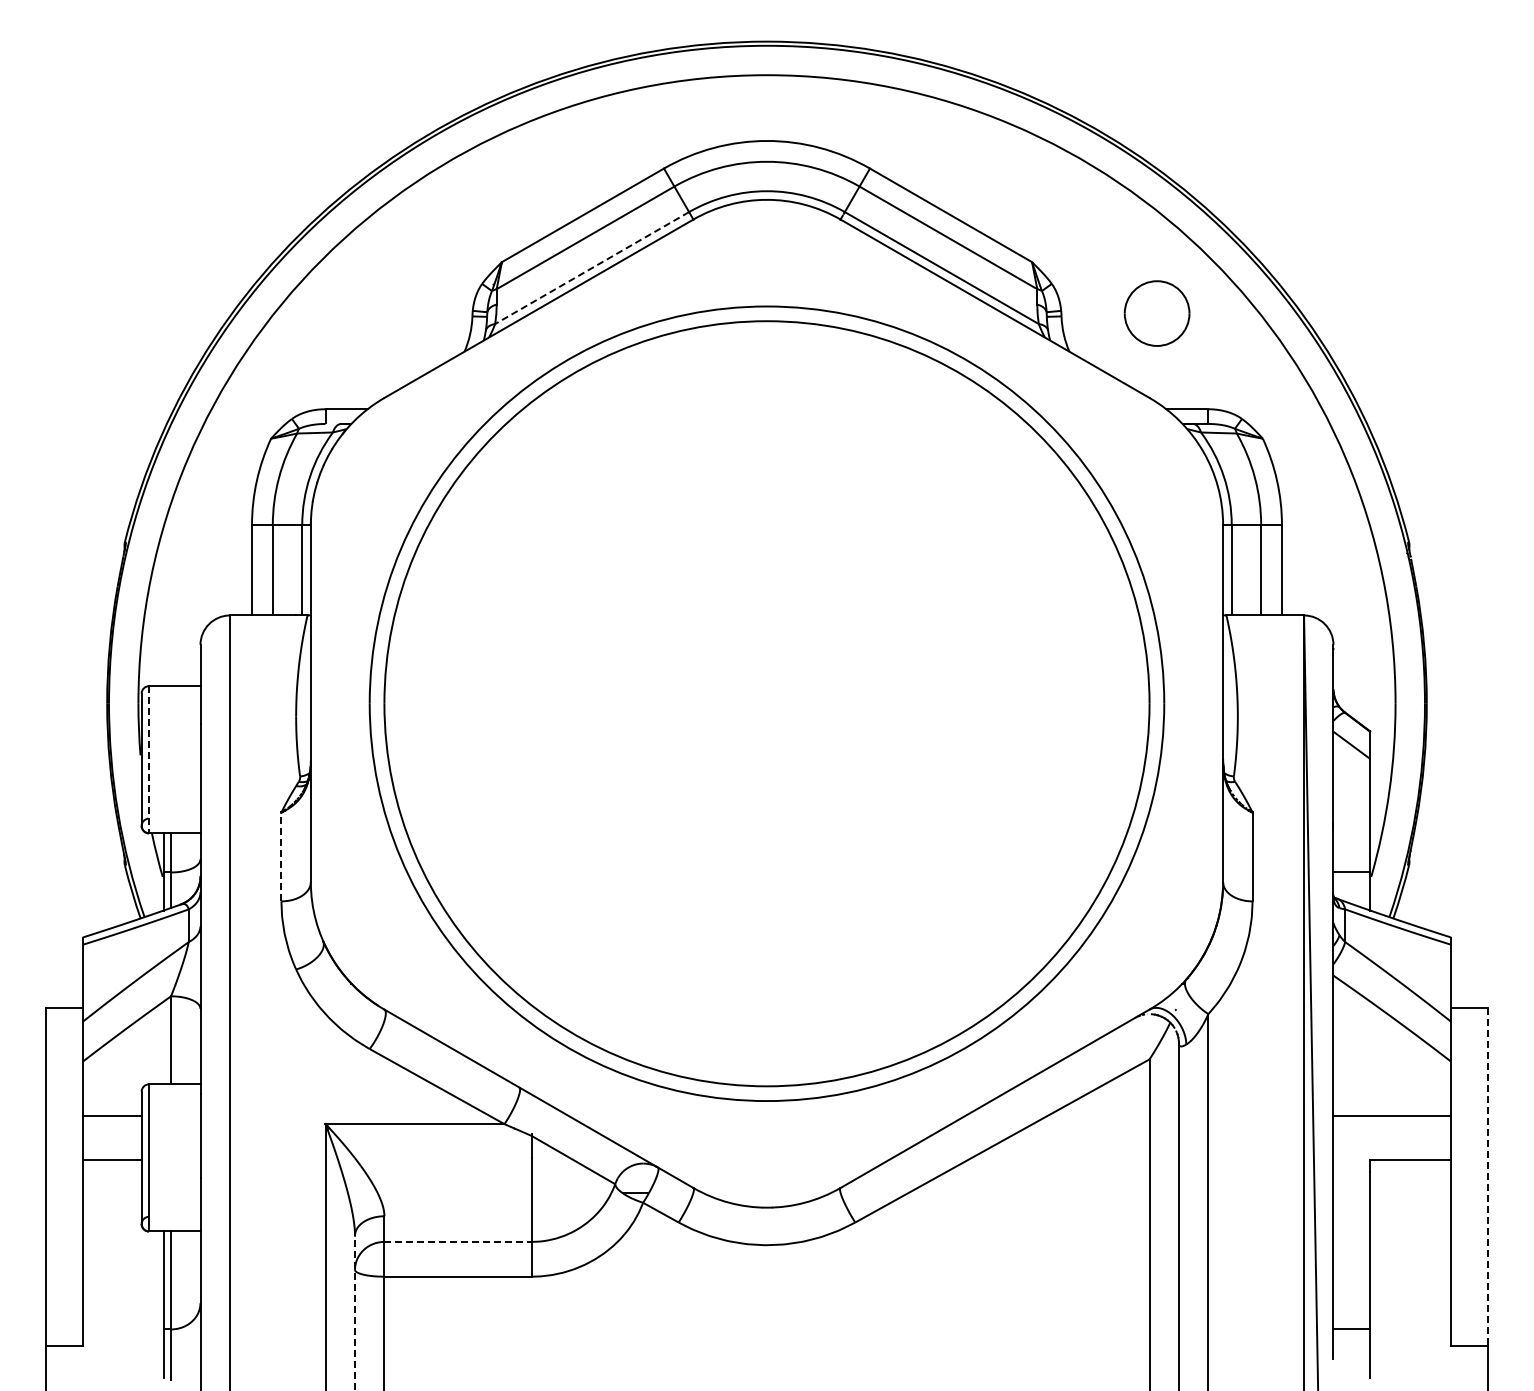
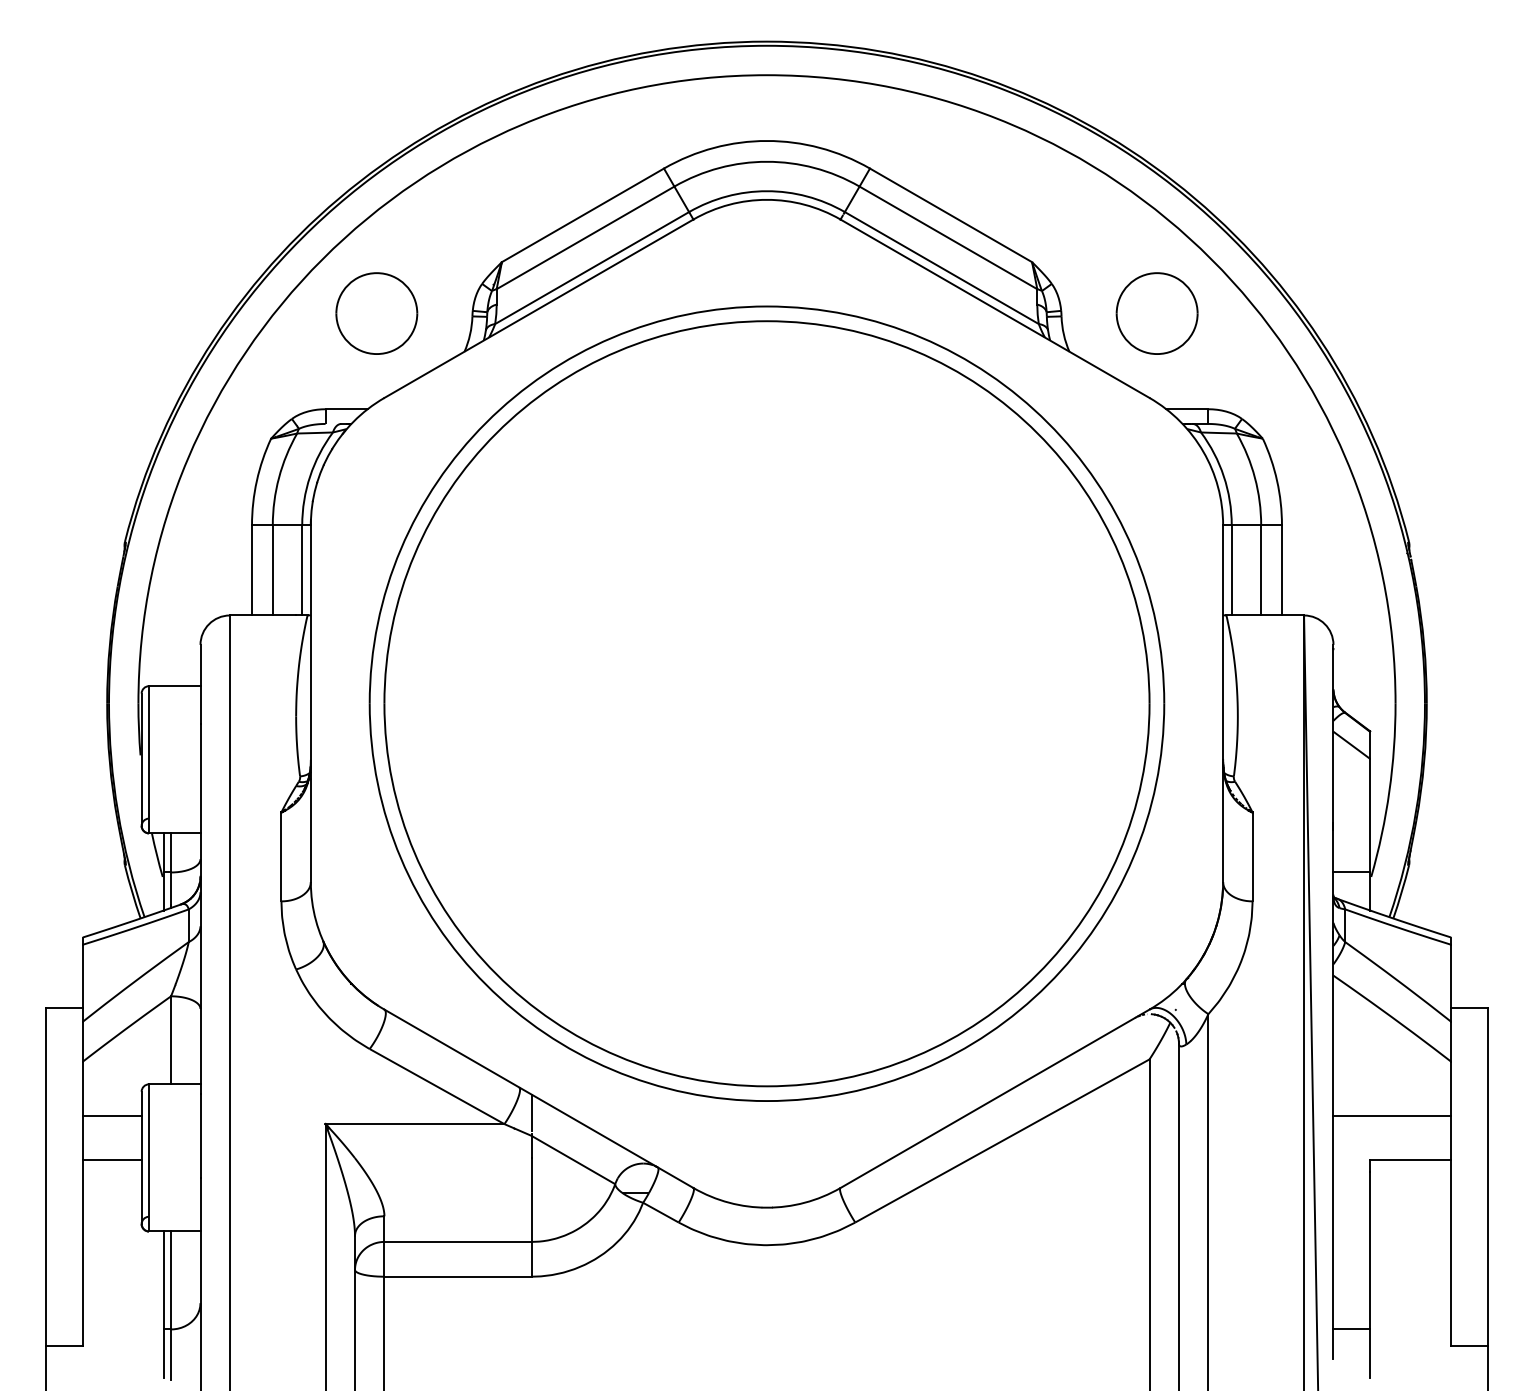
line at (592, 268): dashed -> solid
part at (376, 313): none -> present
part at (1156, 313) size: 68x67 px -> 84x83 px
line at (149, 759): dashed -> solid
line at (281, 856): dashed -> solid
line at (531, 1112): none -> present
line at (1487, 1177): dashed -> solid
line at (458, 1241): dashed -> solid
line at (355, 1312): dashed -> solid
